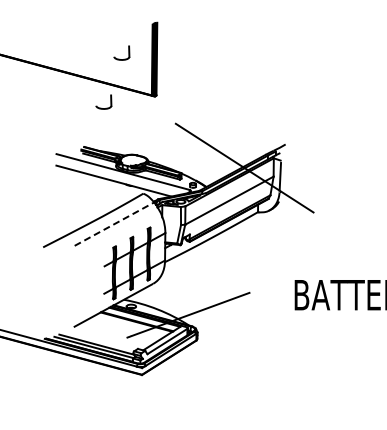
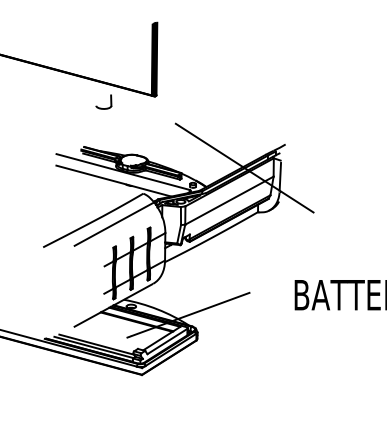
part at (119, 58): present -> none
line at (114, 223): dashed -> solid
